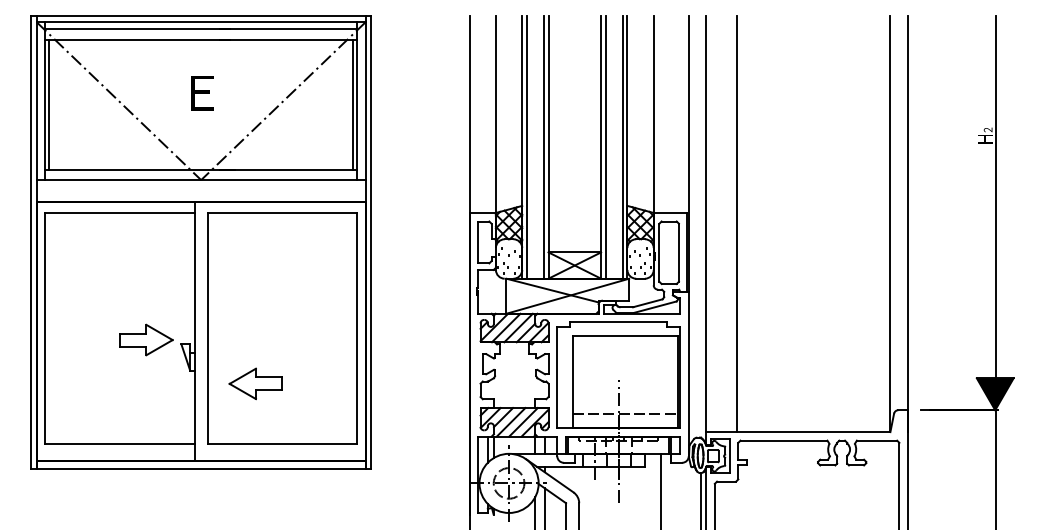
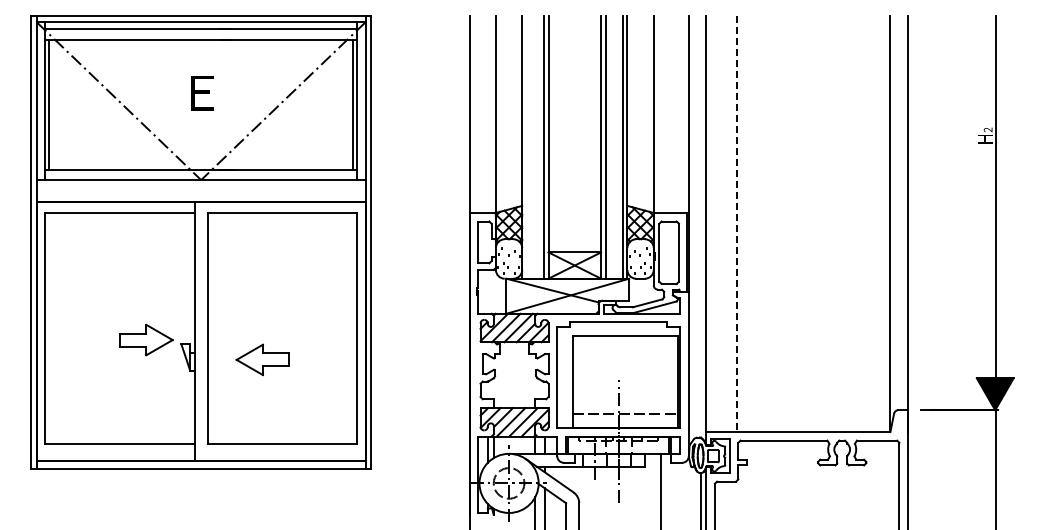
line at (526, 146): present -> none
line at (737, 224): solid -> dashed
part at (255, 383) position: (255, 383) -> (262, 359)
